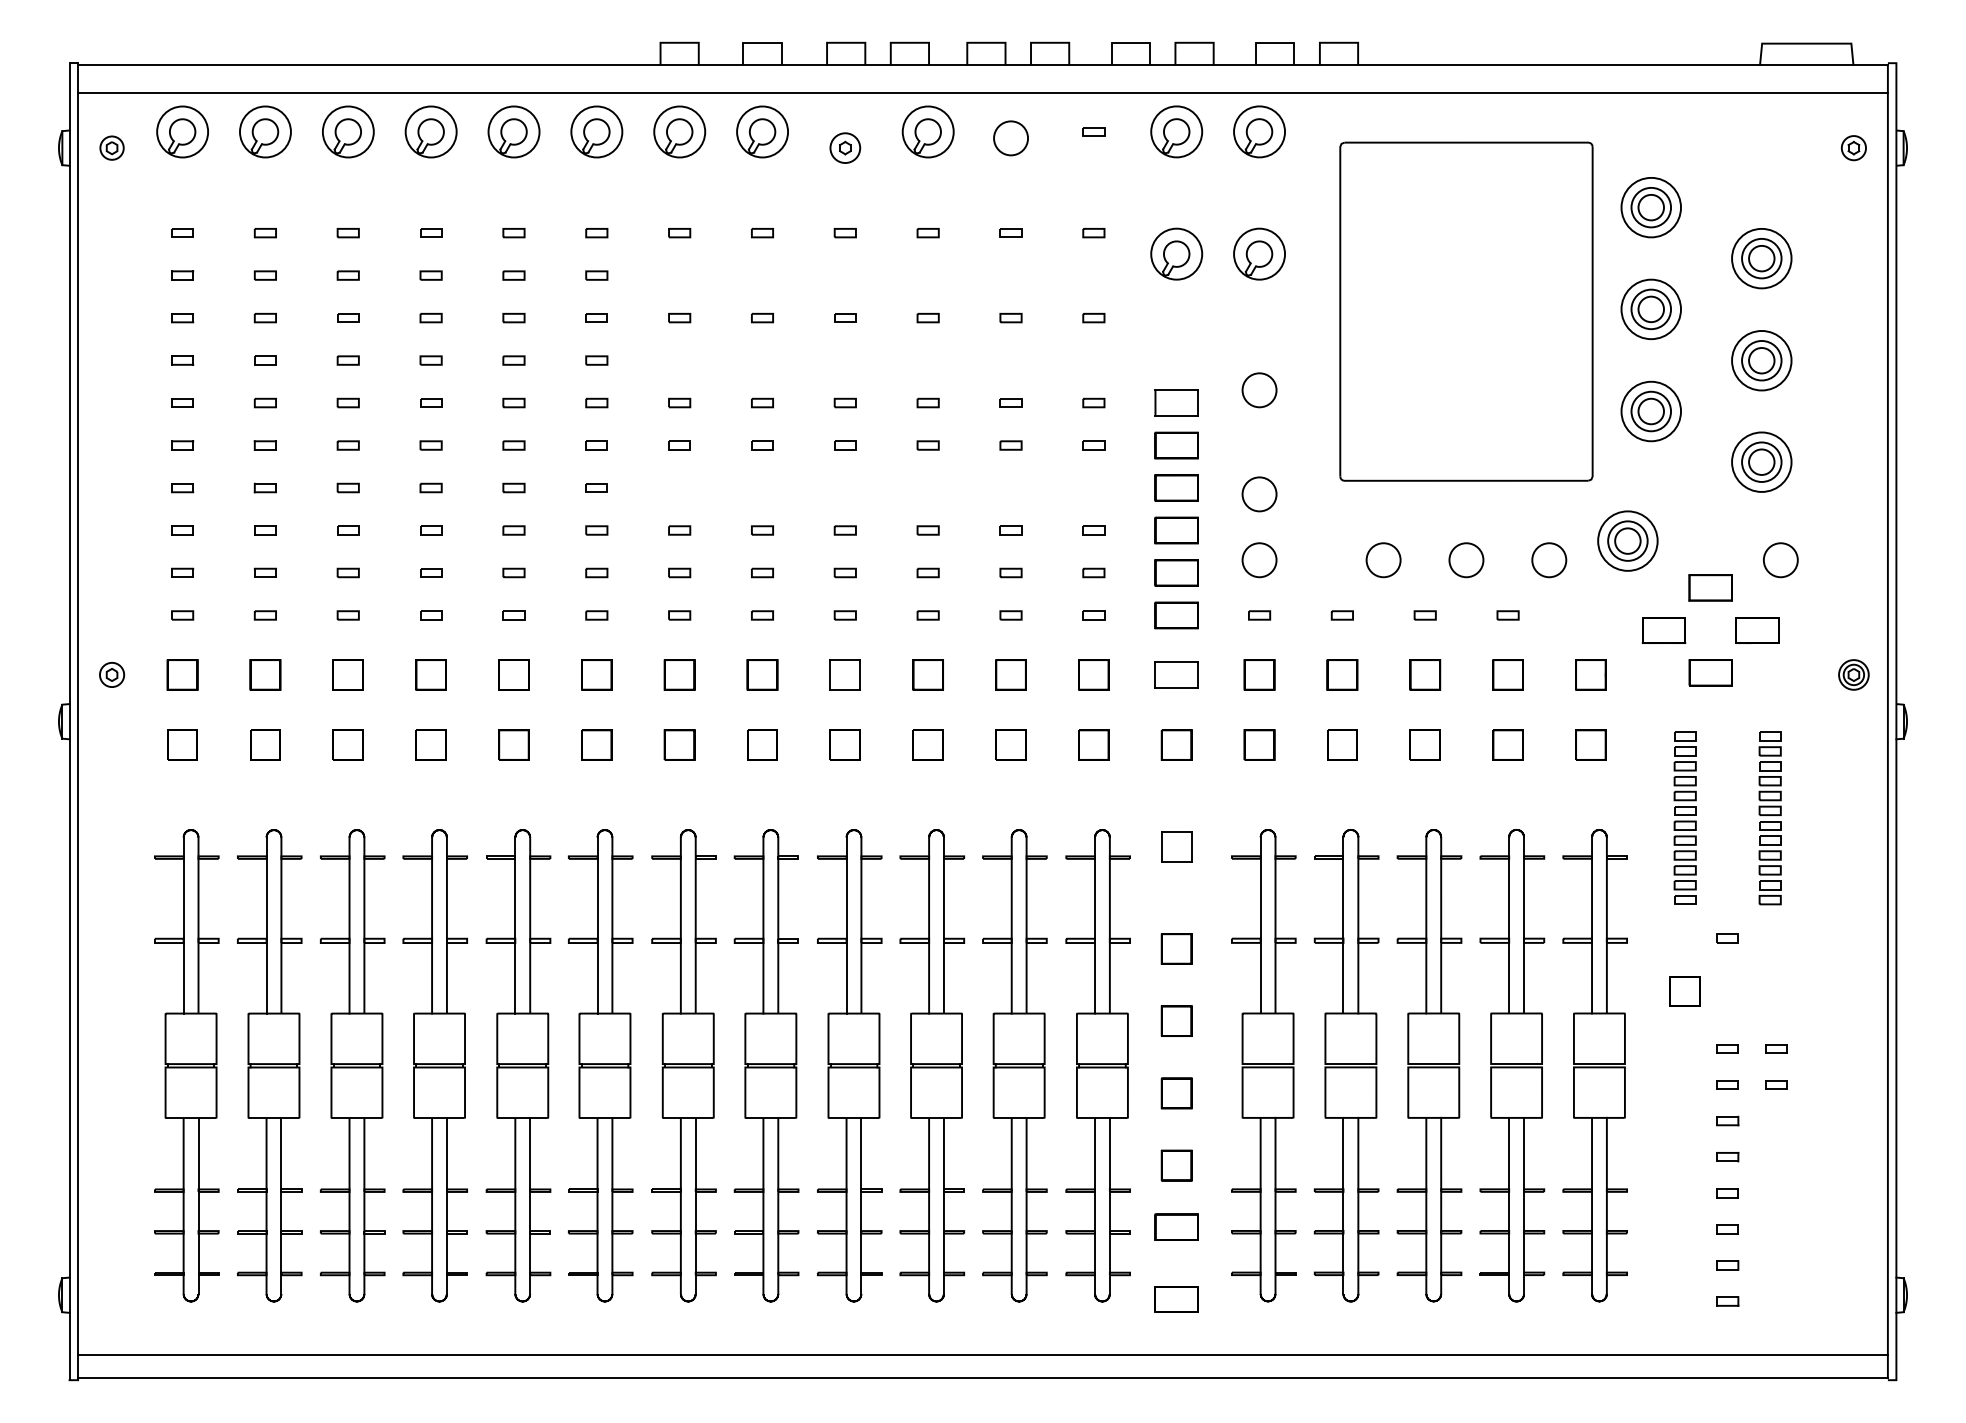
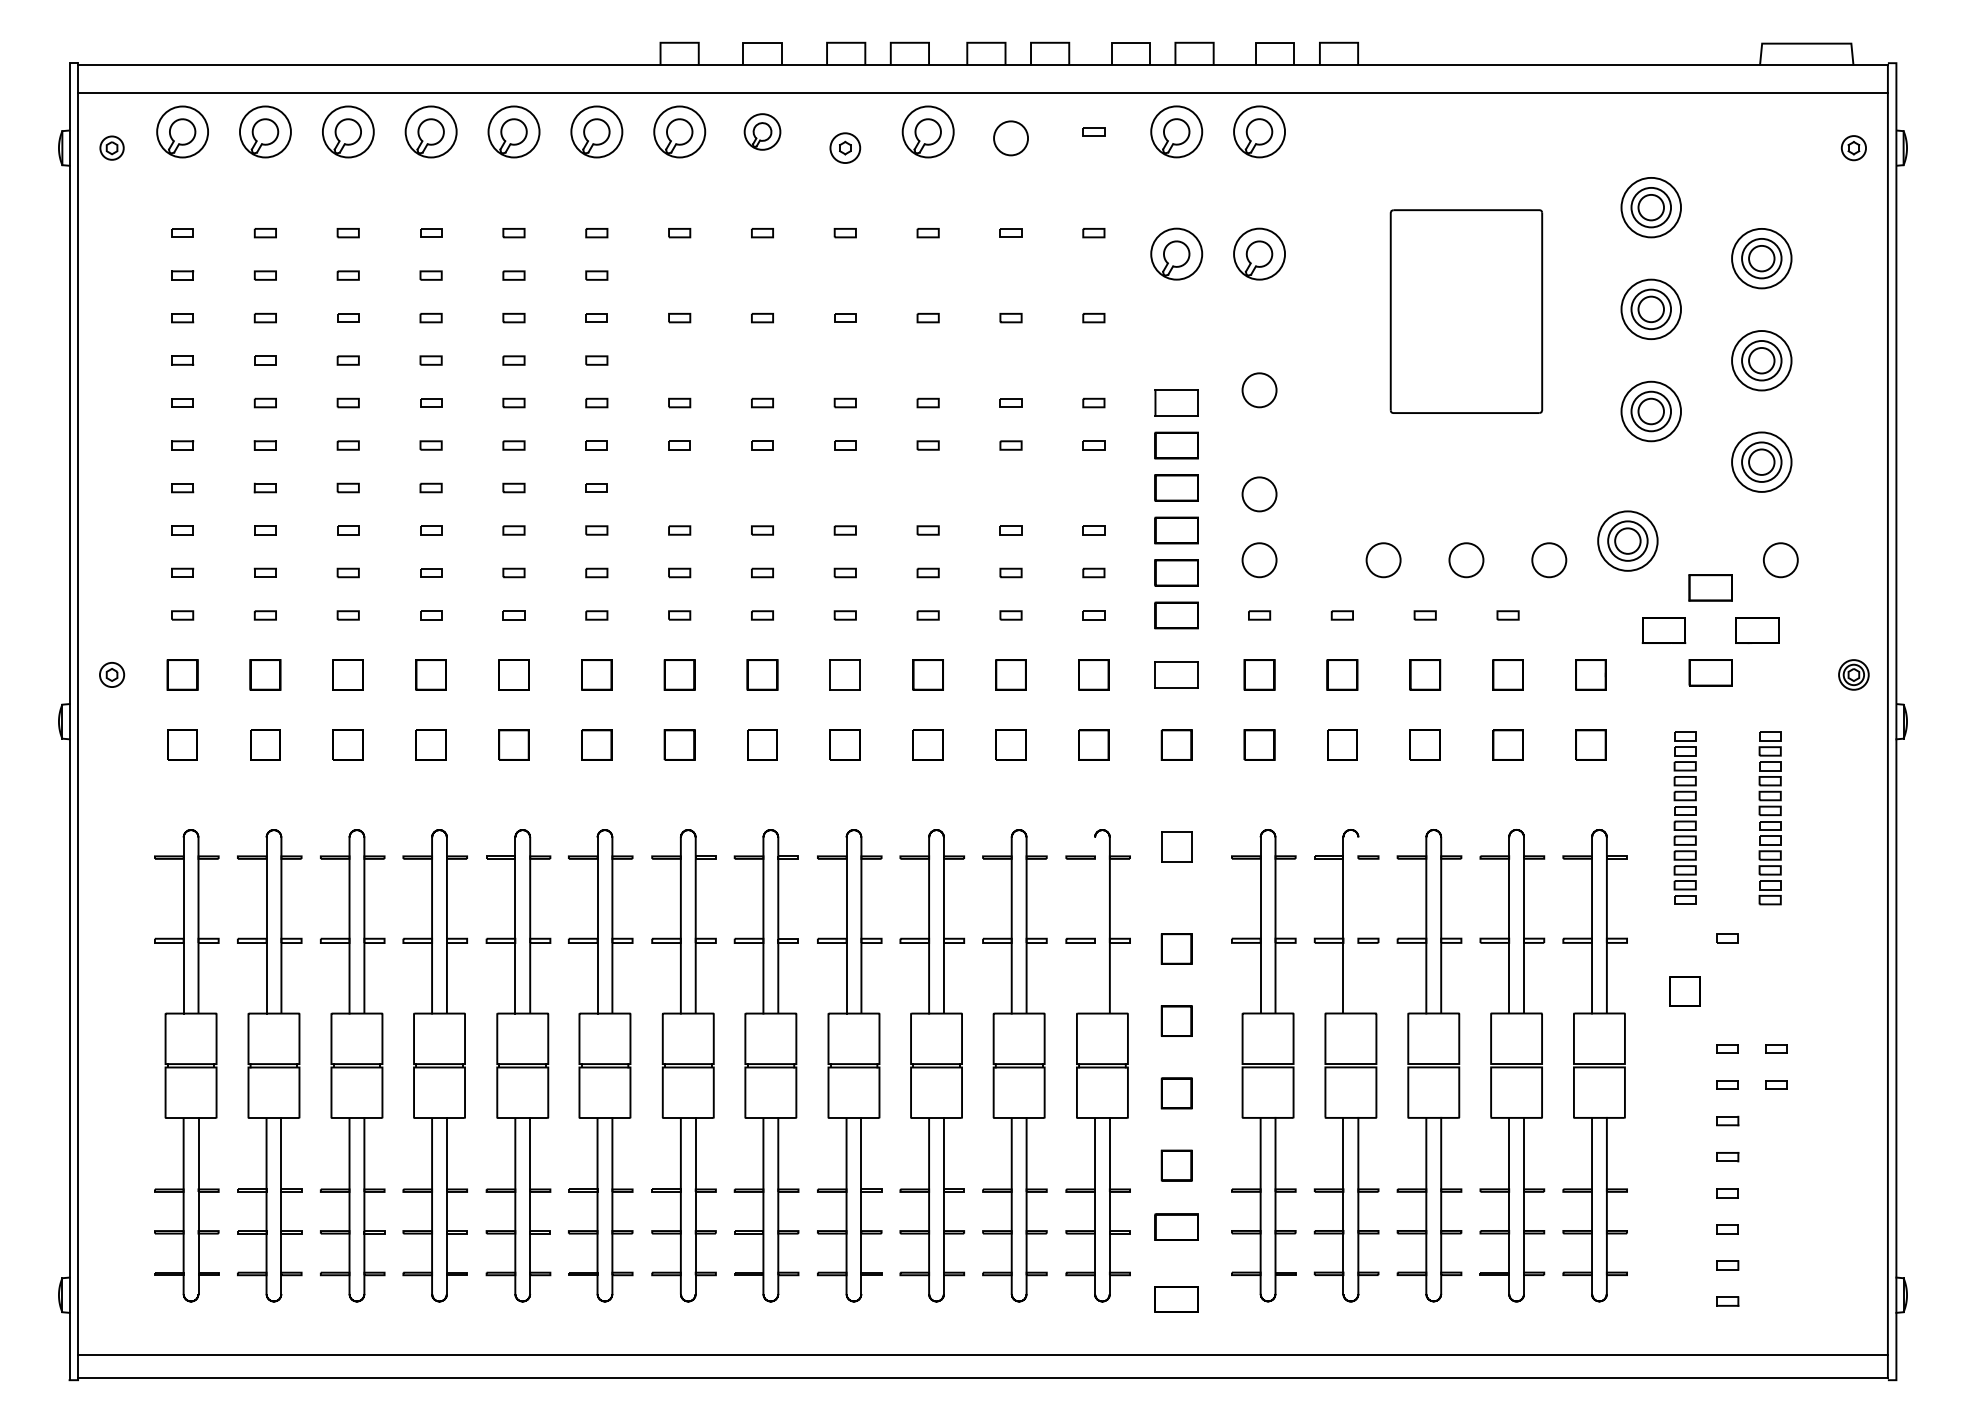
part at (762, 131) size: 53x54 px -> 39x38 px
part at (1466, 311) size: 255x341 px -> 155x205 px
line at (1095, 925): present -> none
line at (1358, 925): present -> none
